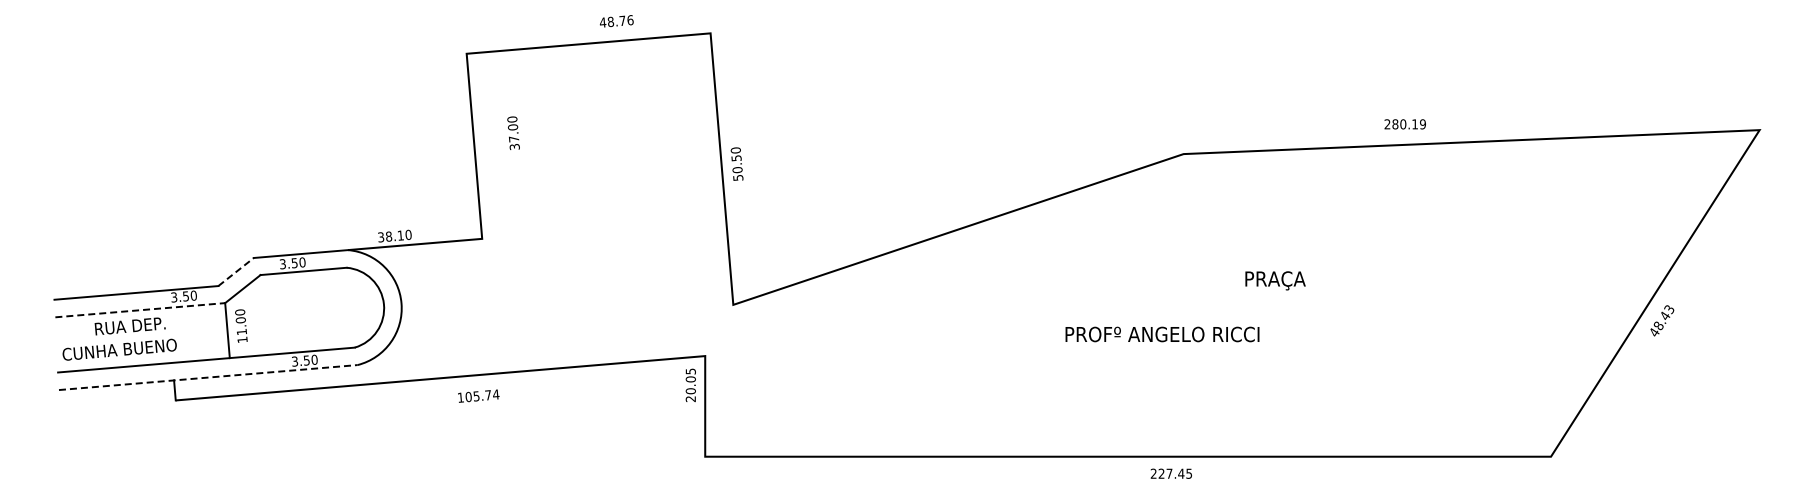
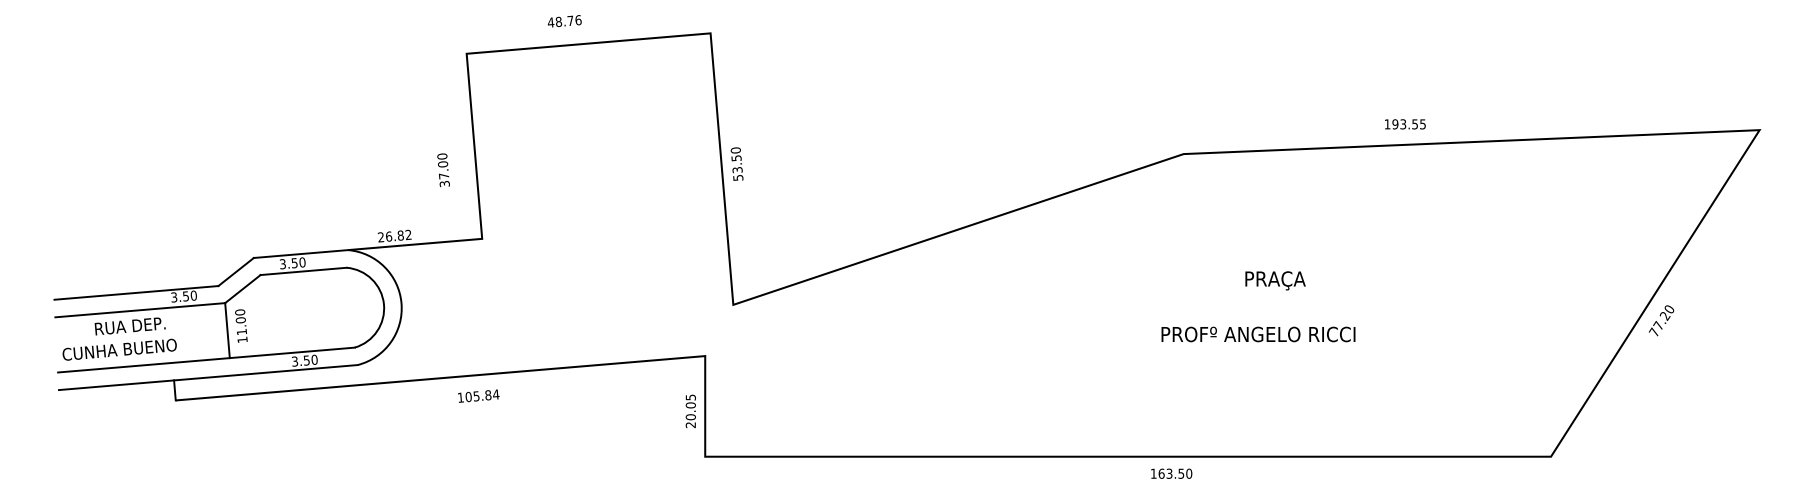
text at (616, 21) position: (616, 21) -> (564, 21)
text at (1404, 124): 280.19 -> 193.55
text at (513, 132) position: (513, 132) -> (443, 169)
text at (737, 170): 50.50 -> 53.50
text at (394, 236): 38.10 -> 26.82
line at (236, 272): dashed -> solid
line at (140, 310): dashed -> solid
text at (1660, 320): 48.43 -> 77.20
text at (1162, 334) position: (1162, 334) -> (1258, 334)
line at (208, 377): dashed -> solid
text at (690, 385) position: (690, 385) -> (690, 411)
text at (488, 395): 105.74 -> 105.84
text at (1171, 473): 227.45 -> 163.50
